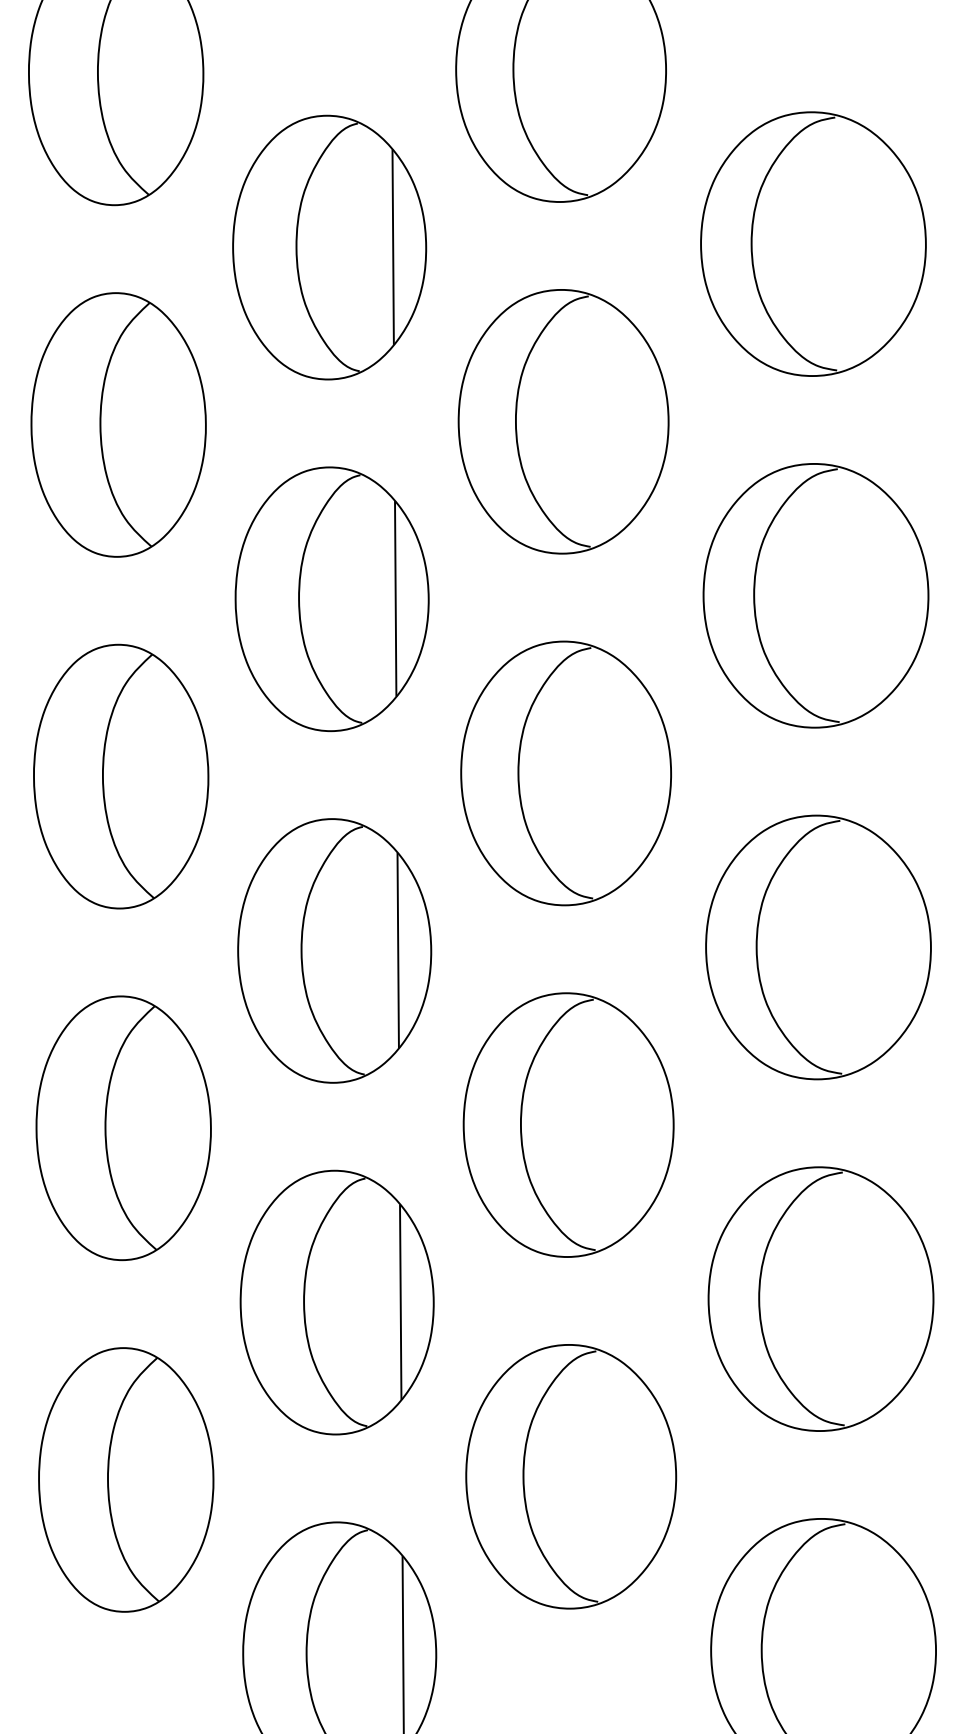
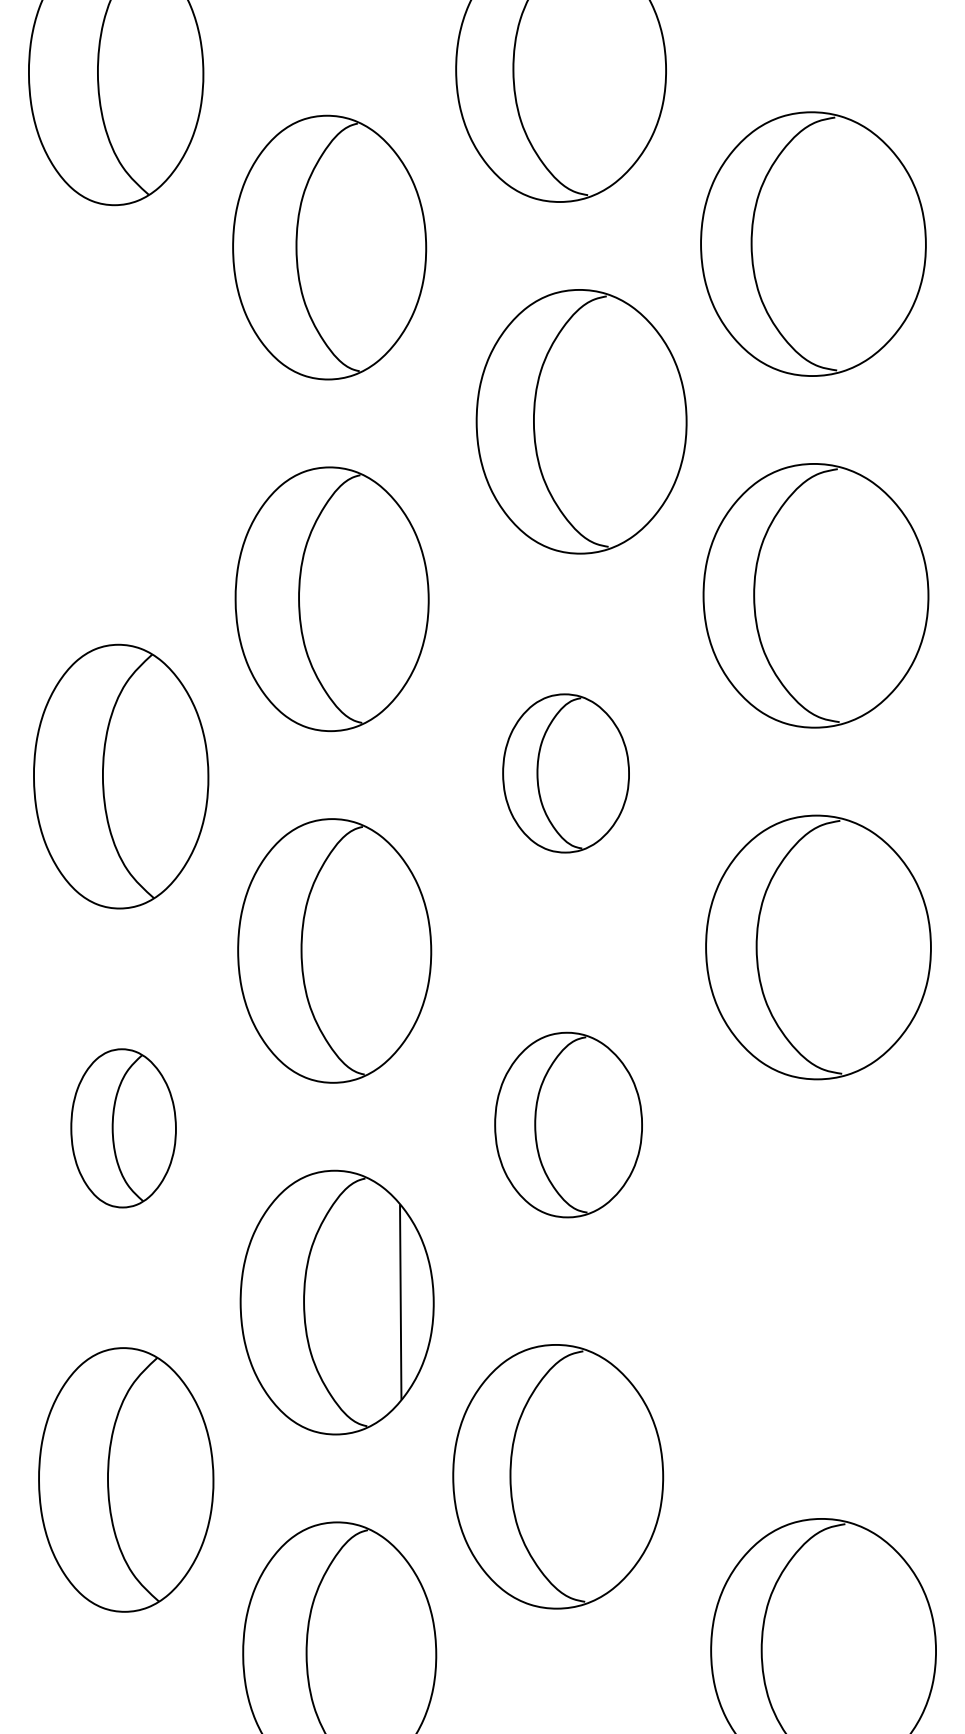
line at (392, 246): present -> none
part at (563, 421) position: (563, 421) -> (581, 421)
part at (118, 424): present -> none
line at (395, 598): present -> none
part at (565, 773) size: 212x267 px -> 128x161 px
line at (397, 950): present -> none
part at (568, 1124) size: 213x266 px -> 149x188 px
part at (123, 1128) size: 177x267 px -> 107x161 px
part at (820, 1298): present -> none
part at (571, 1476) position: (571, 1476) -> (558, 1476)
line at (402, 1643): present -> none
